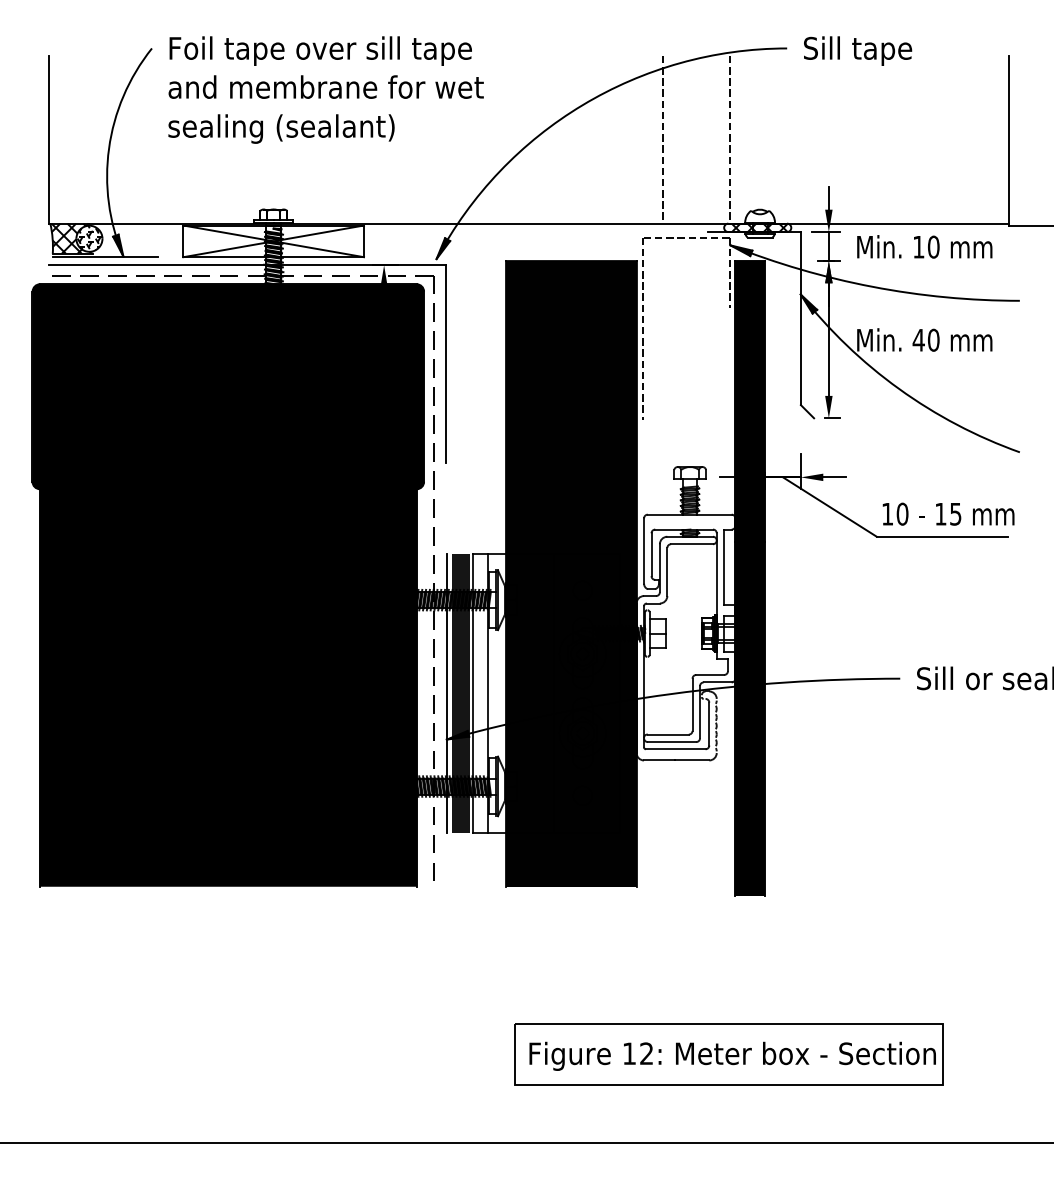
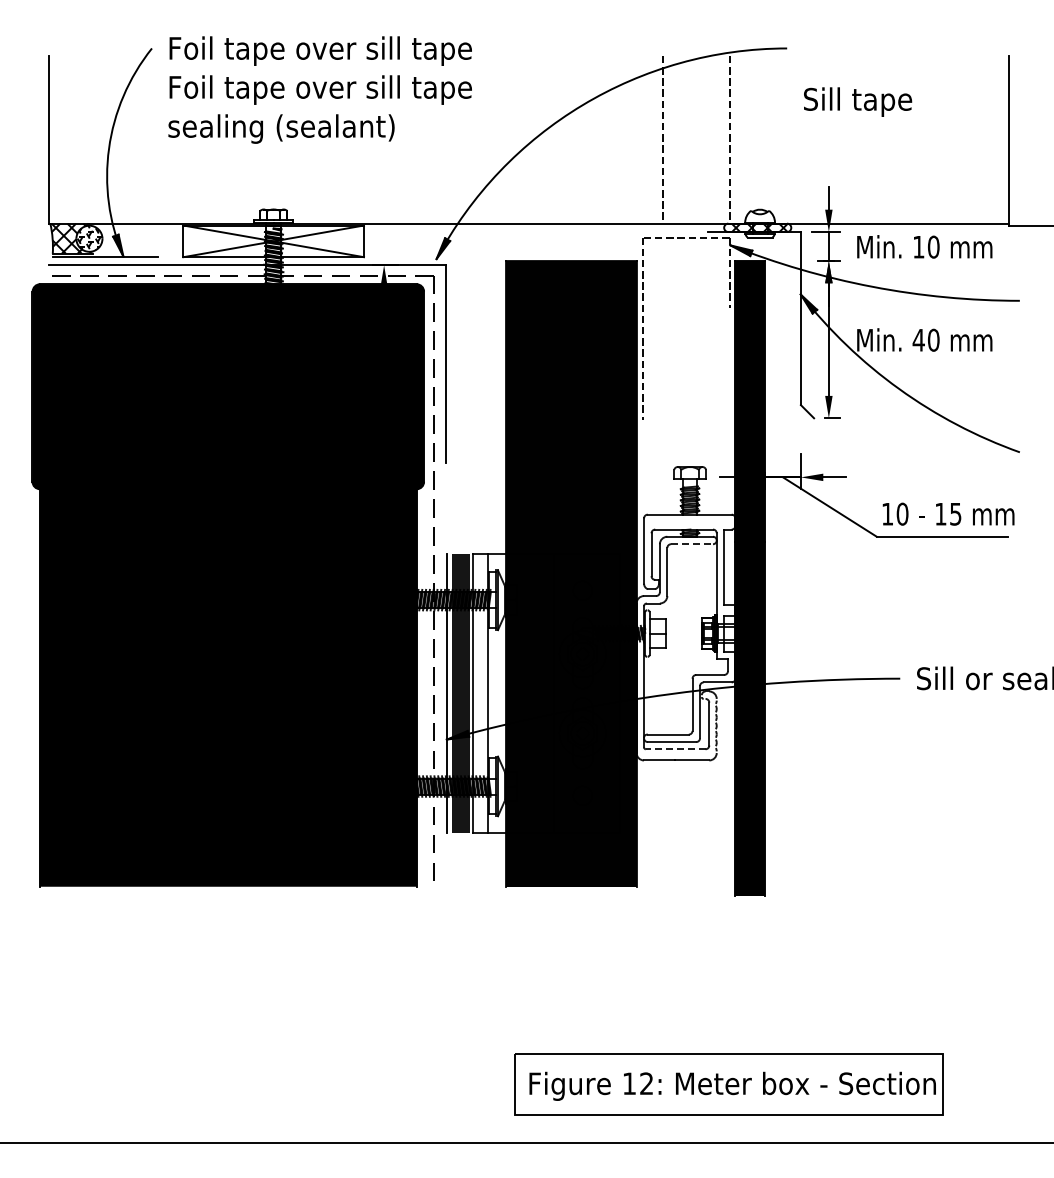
text at (858, 50) position: (858, 50) -> (858, 101)
text at (325, 89): and membrane for wet -> Foil tape over sill tape
line at (692, 544): solid -> dashed
line at (675, 749): solid -> dashed
part at (728, 1054) position: (728, 1054) -> (728, 1084)
